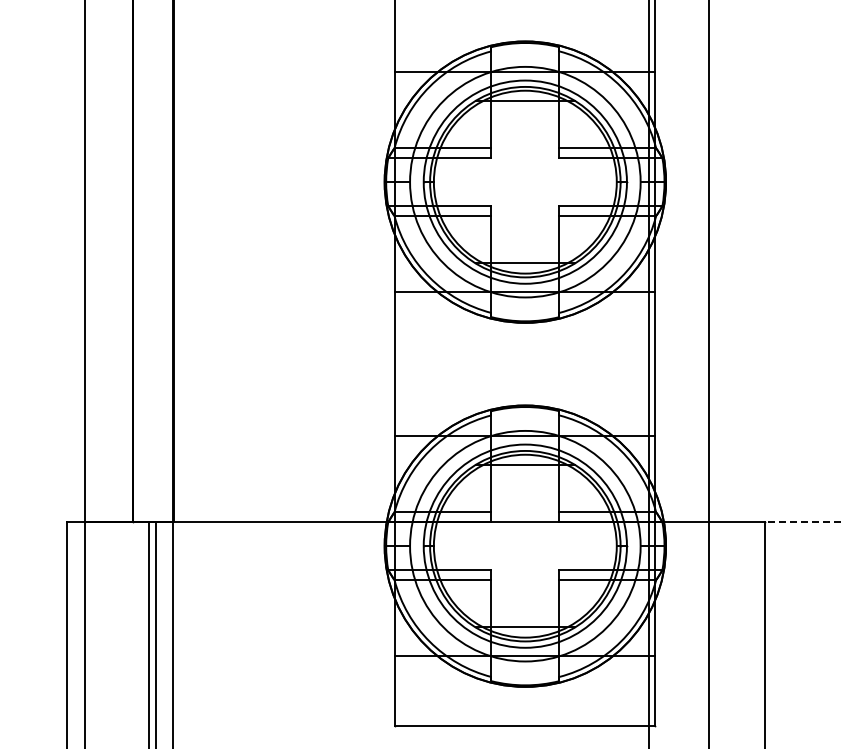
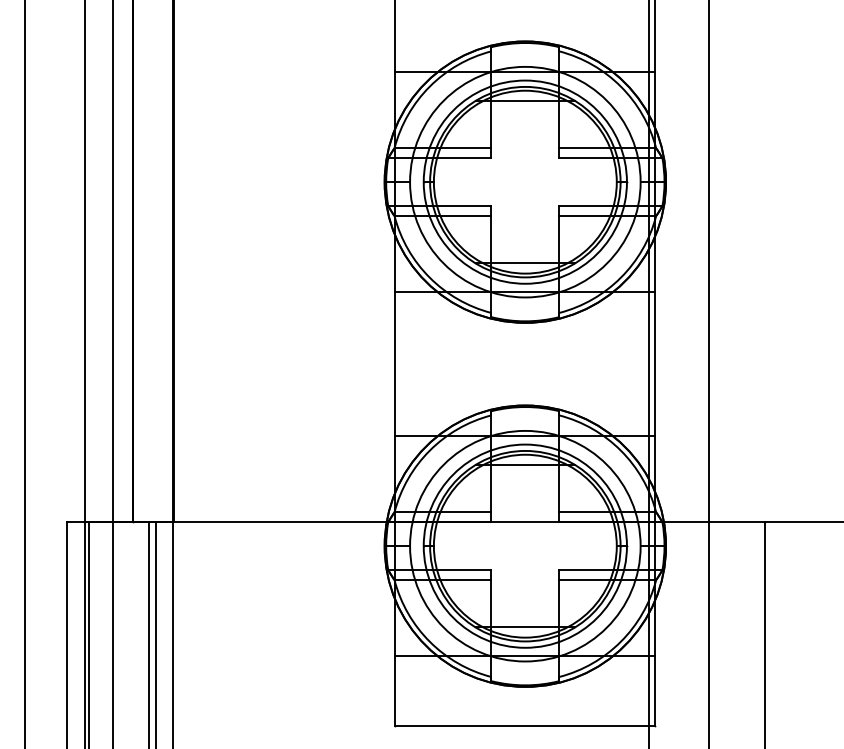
line at (25, 373): none -> present
line at (113, 373): none -> present
line at (804, 522): dashed -> solid
line at (89, 633): none -> present
